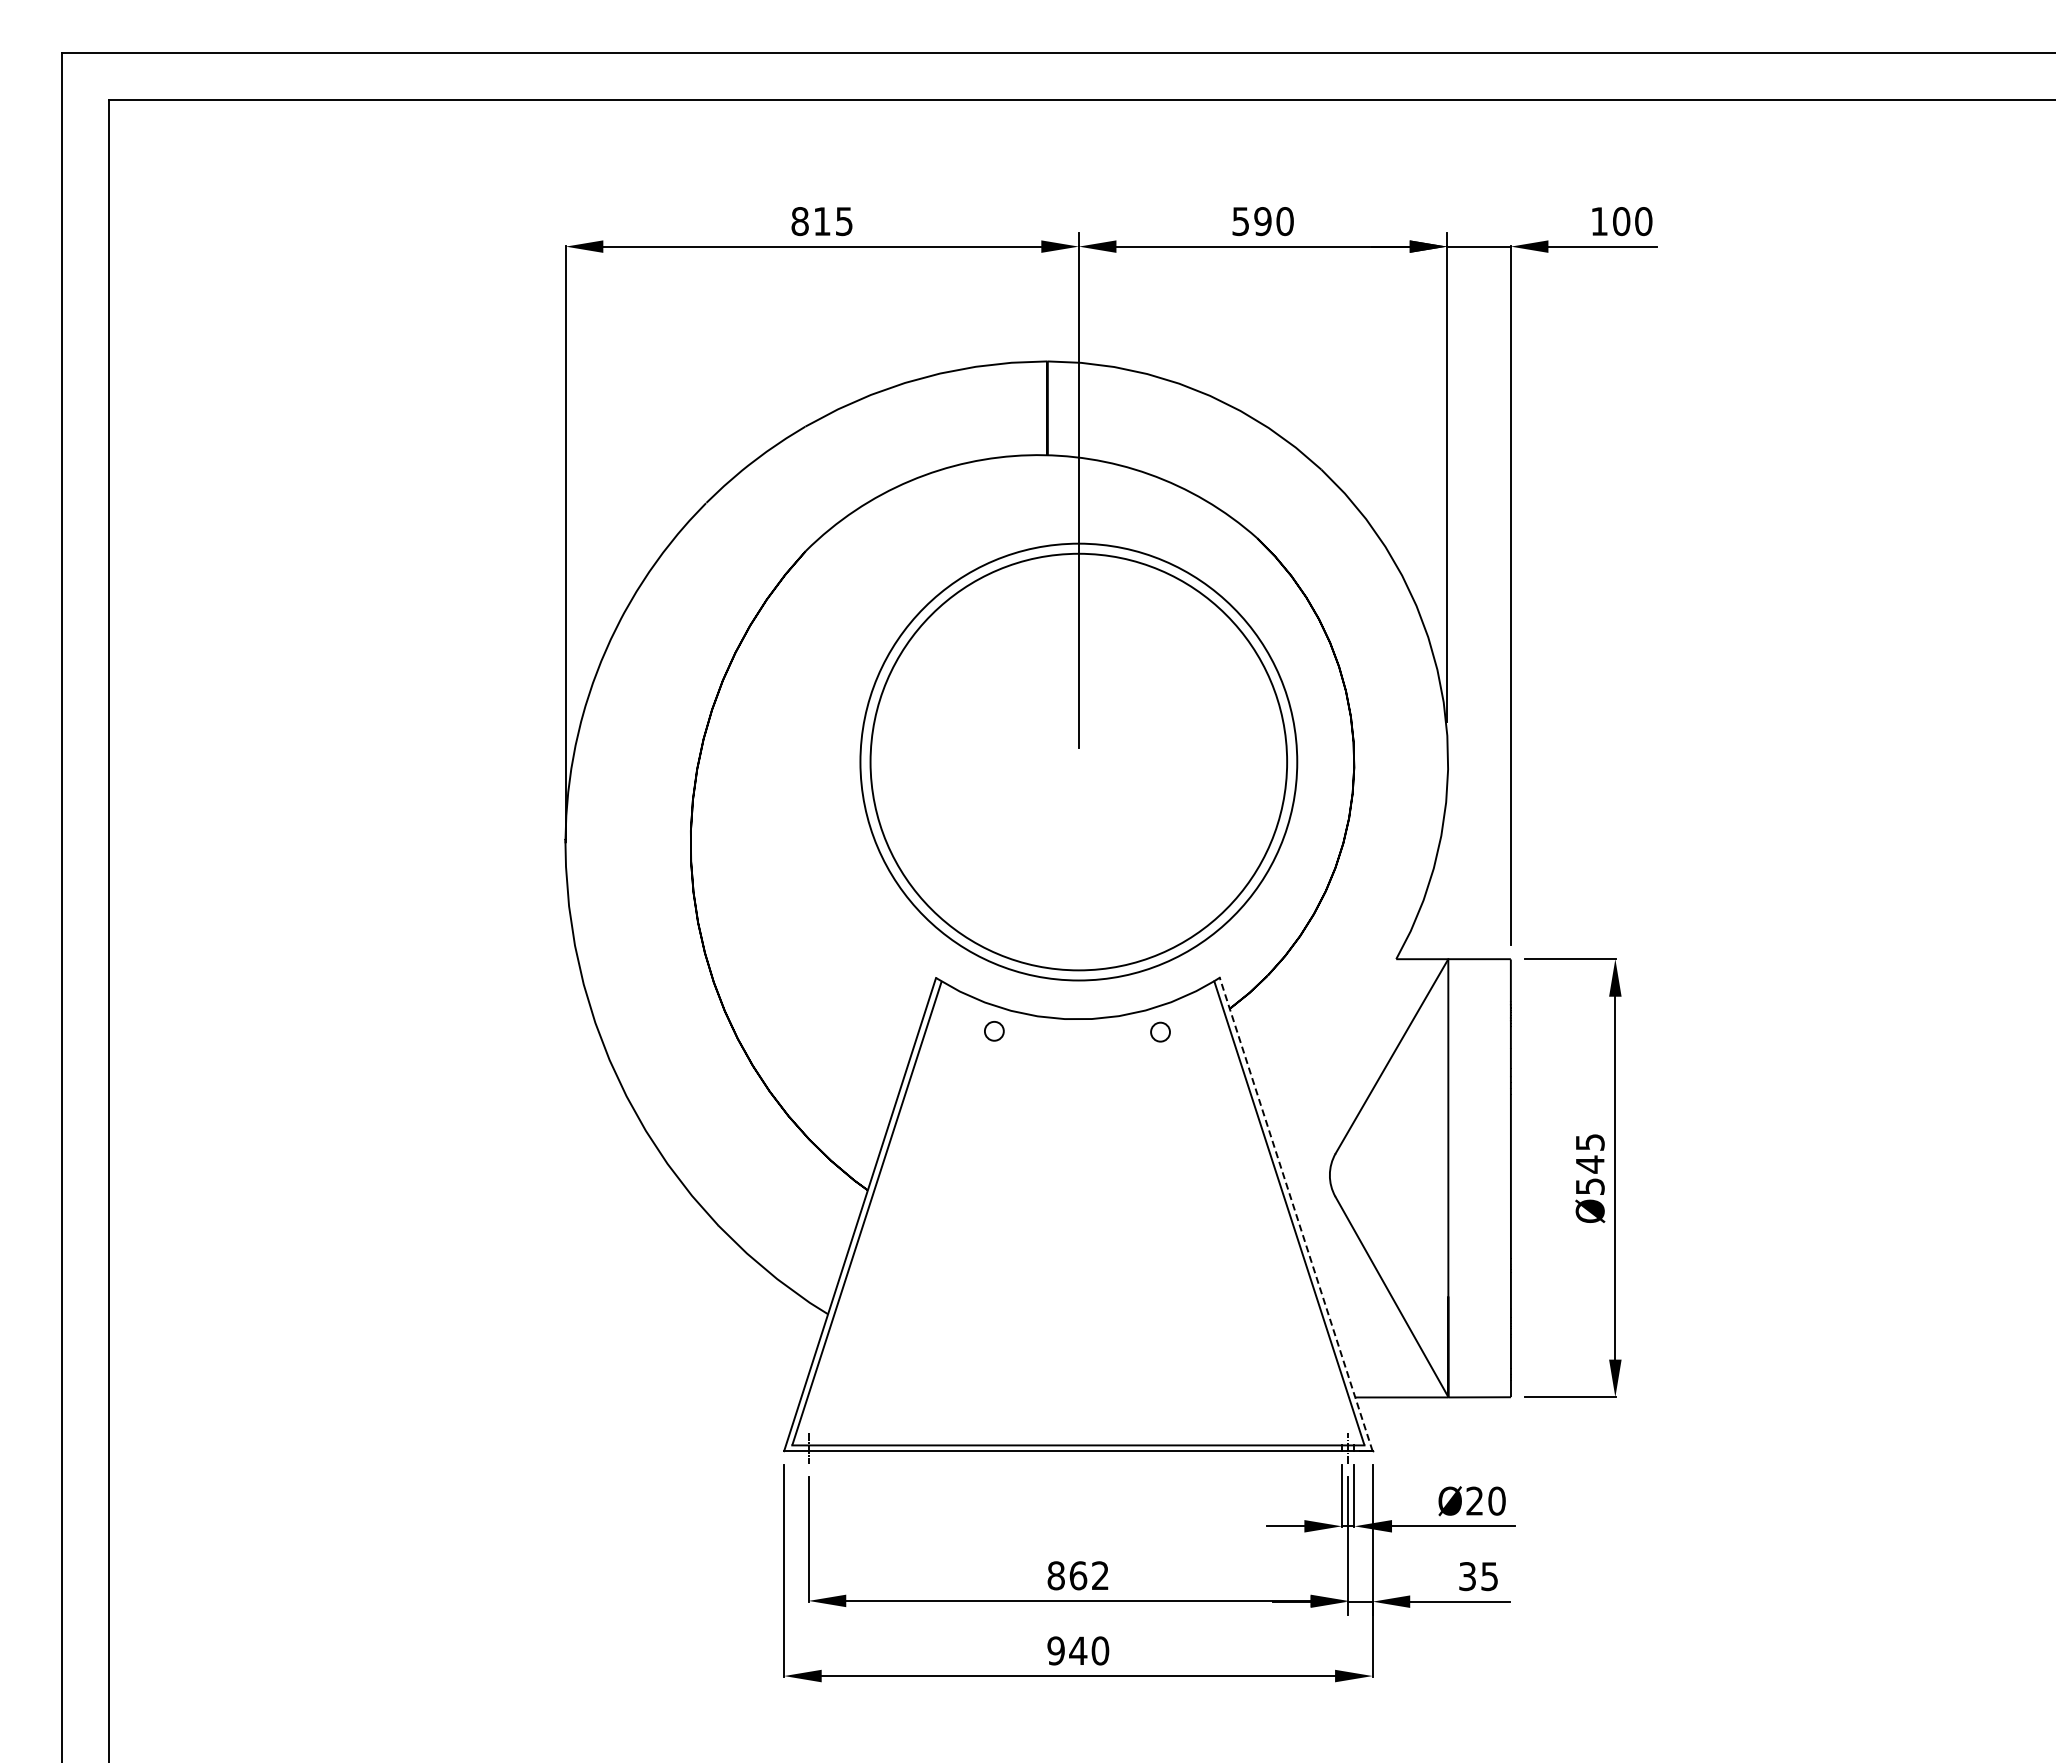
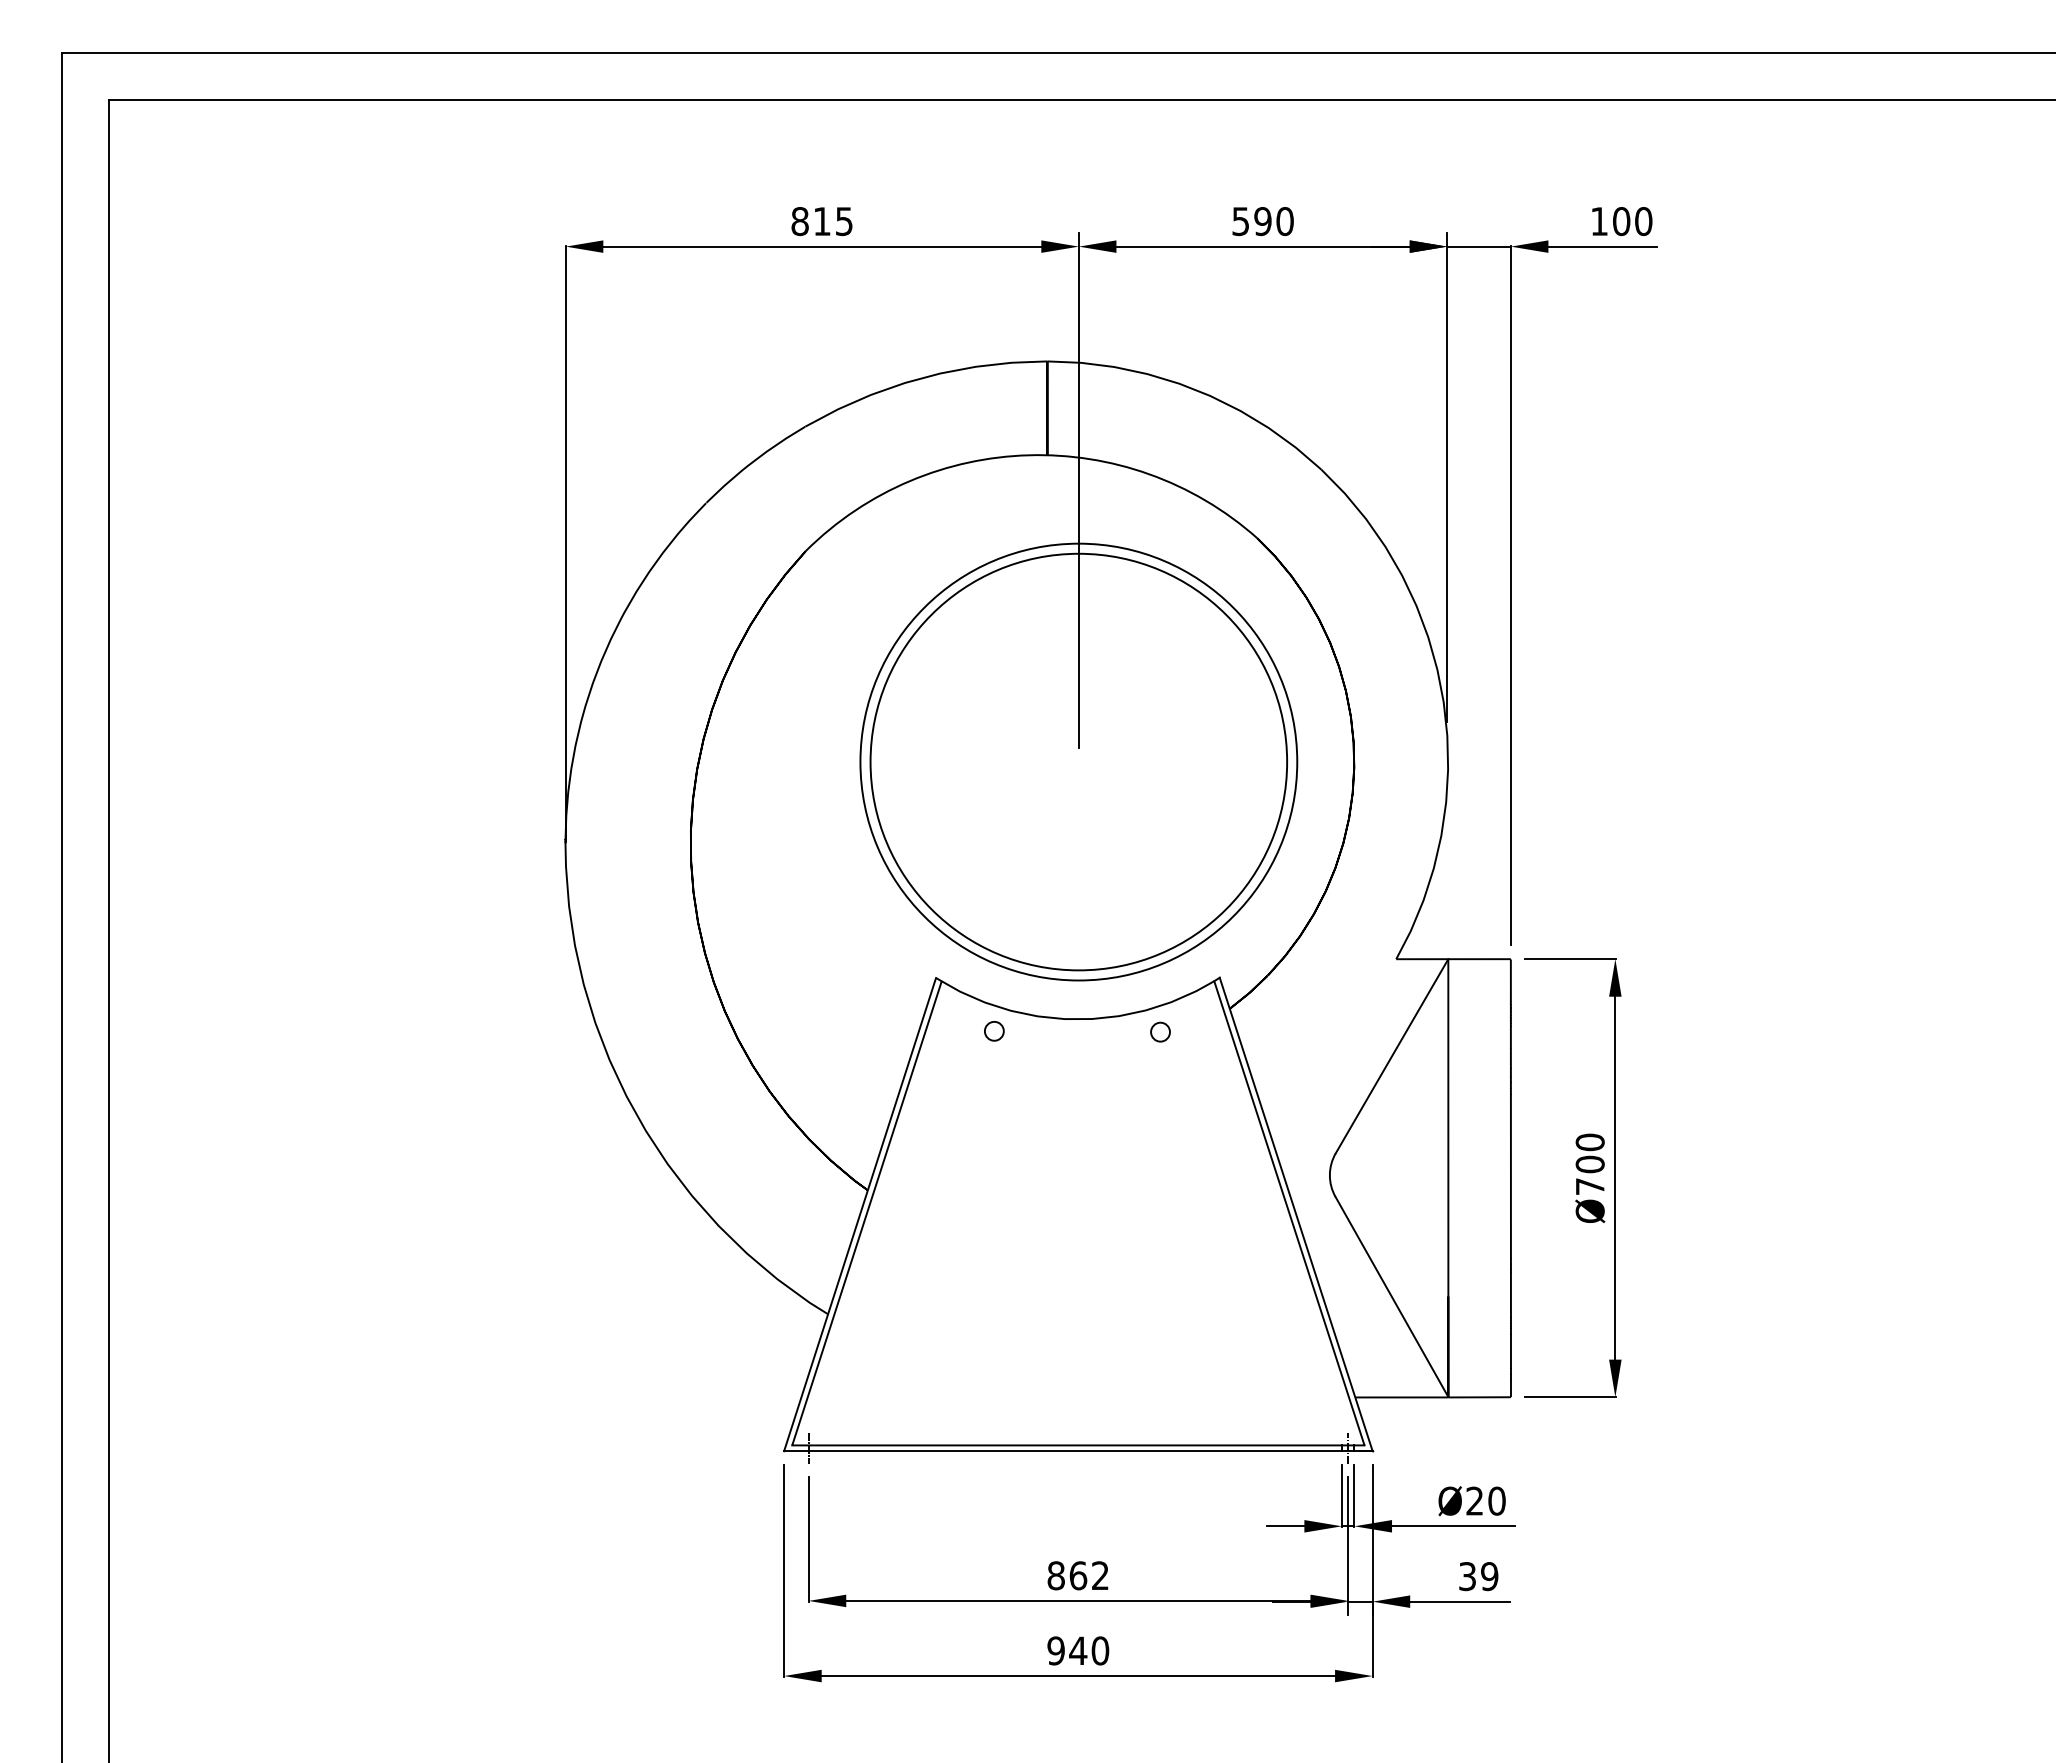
text at (1589, 1163): Ø545 -> Ø700
line at (1296, 1214): dashed -> solid
text at (1489, 1576): 35 -> 39
